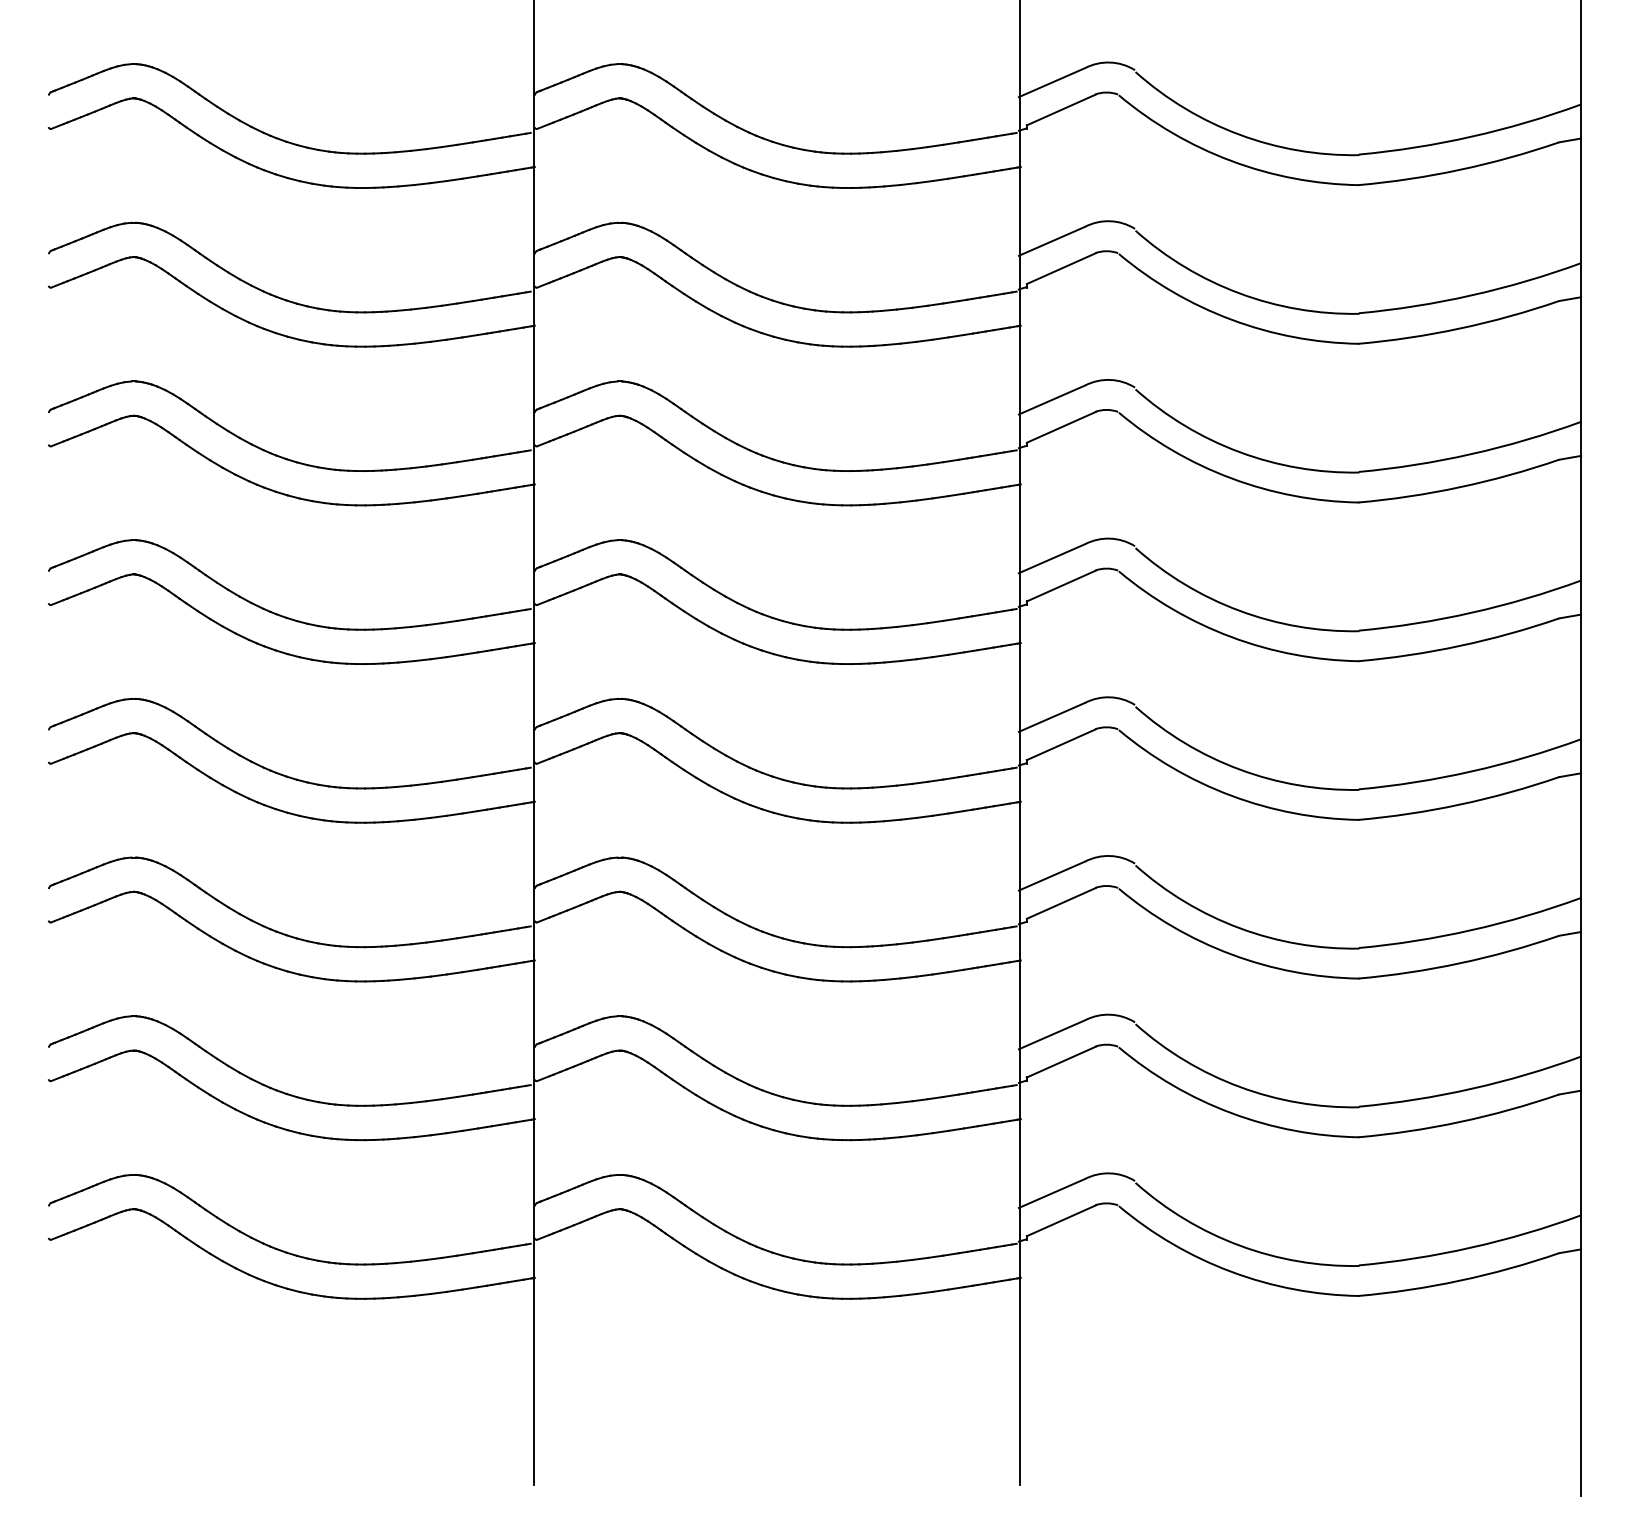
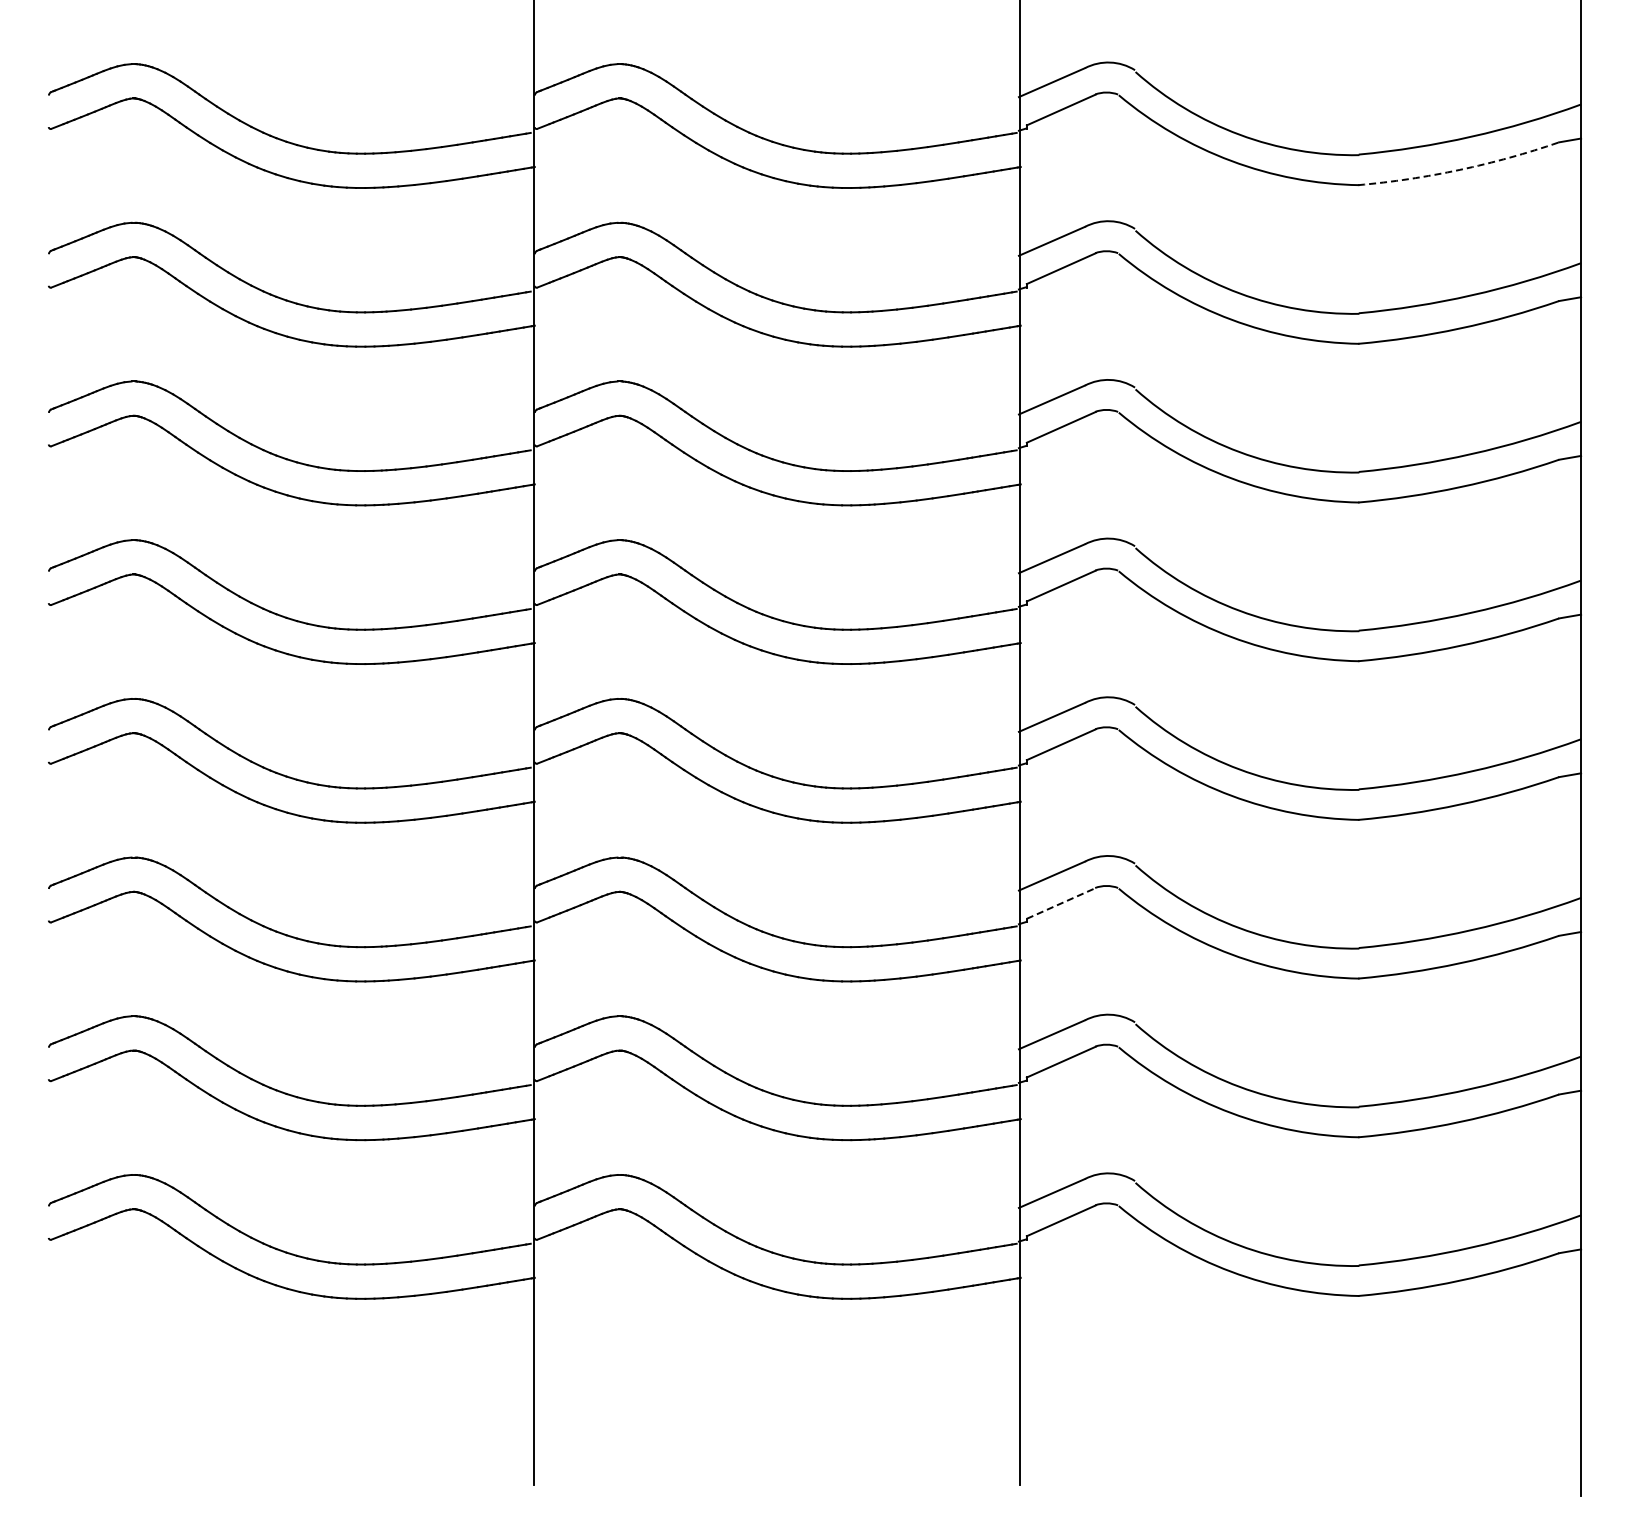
arc at (1459, 169): solid -> dashed
line at (1061, 903): solid -> dashed
